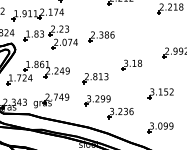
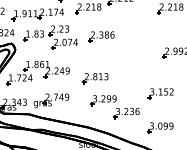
part at (88, 8): none -> present
part at (131, 64): present -> none
part at (108, 107) position: (108, 107) -> (114, 107)
